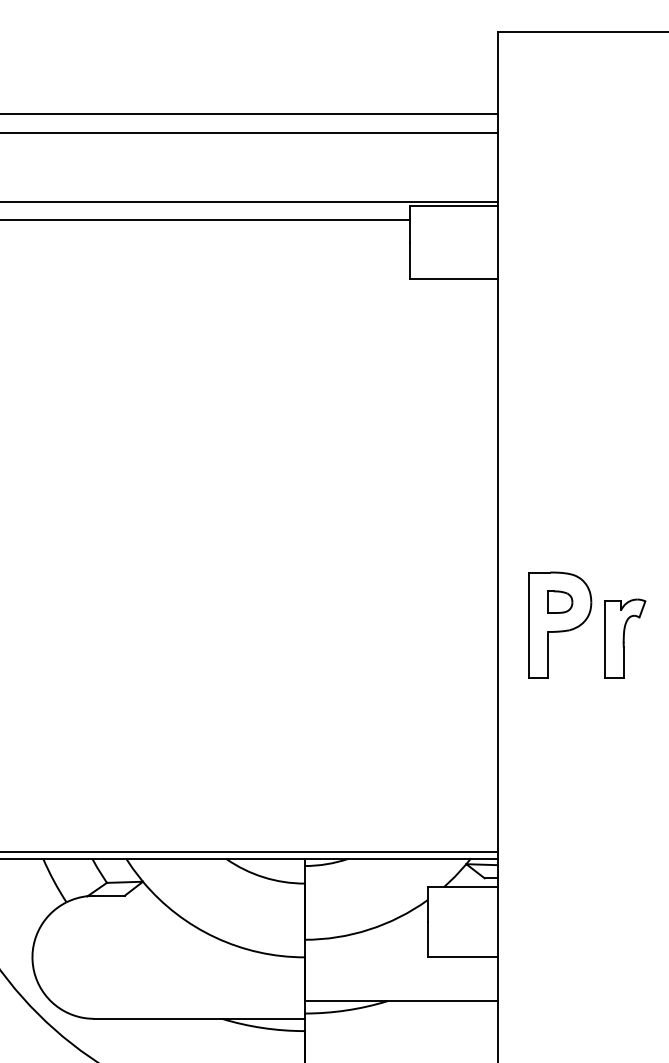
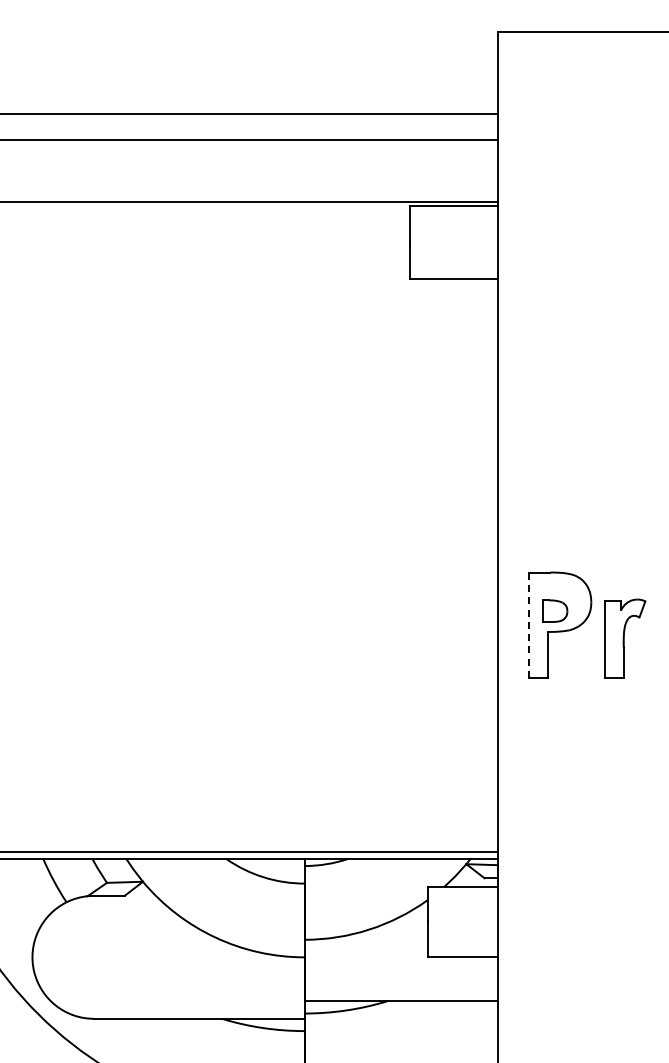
line at (249, 132) position: (249, 132) -> (249, 139)
line at (206, 219): present -> none
part at (560, 601) position: (560, 601) -> (555, 610)
line at (529, 625): solid -> dashed
